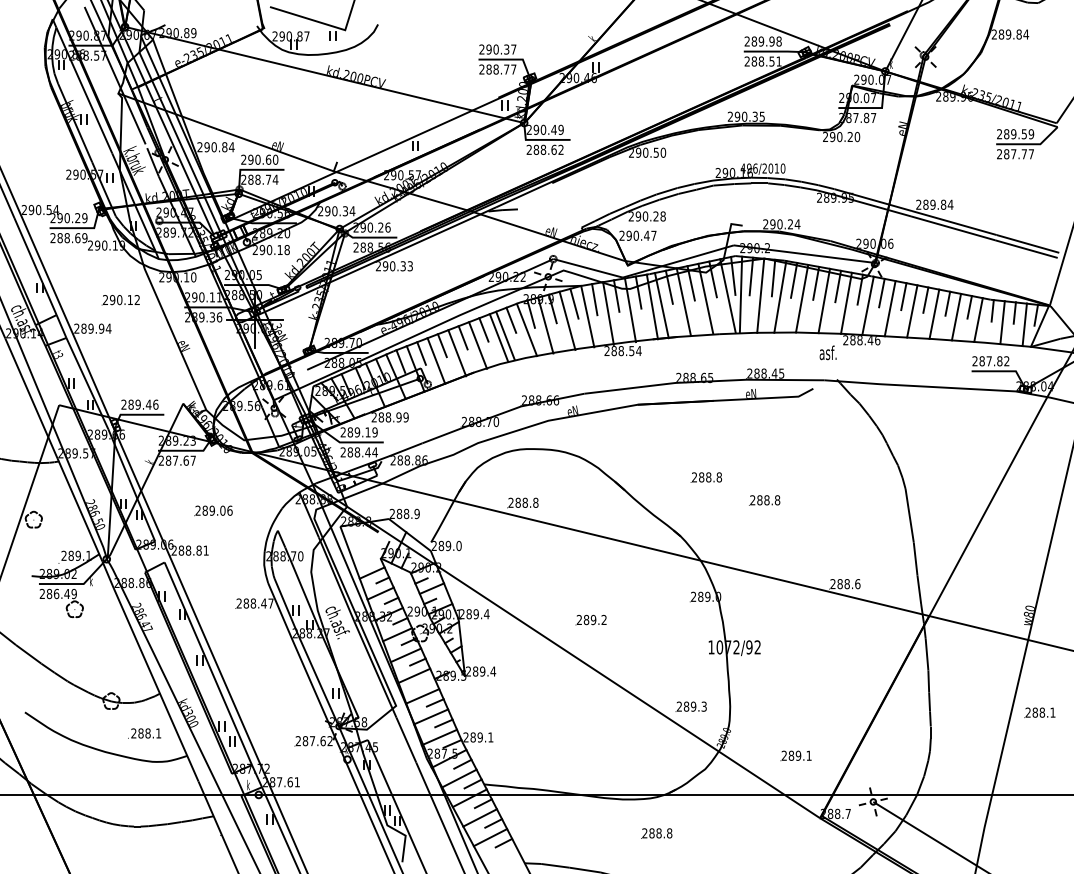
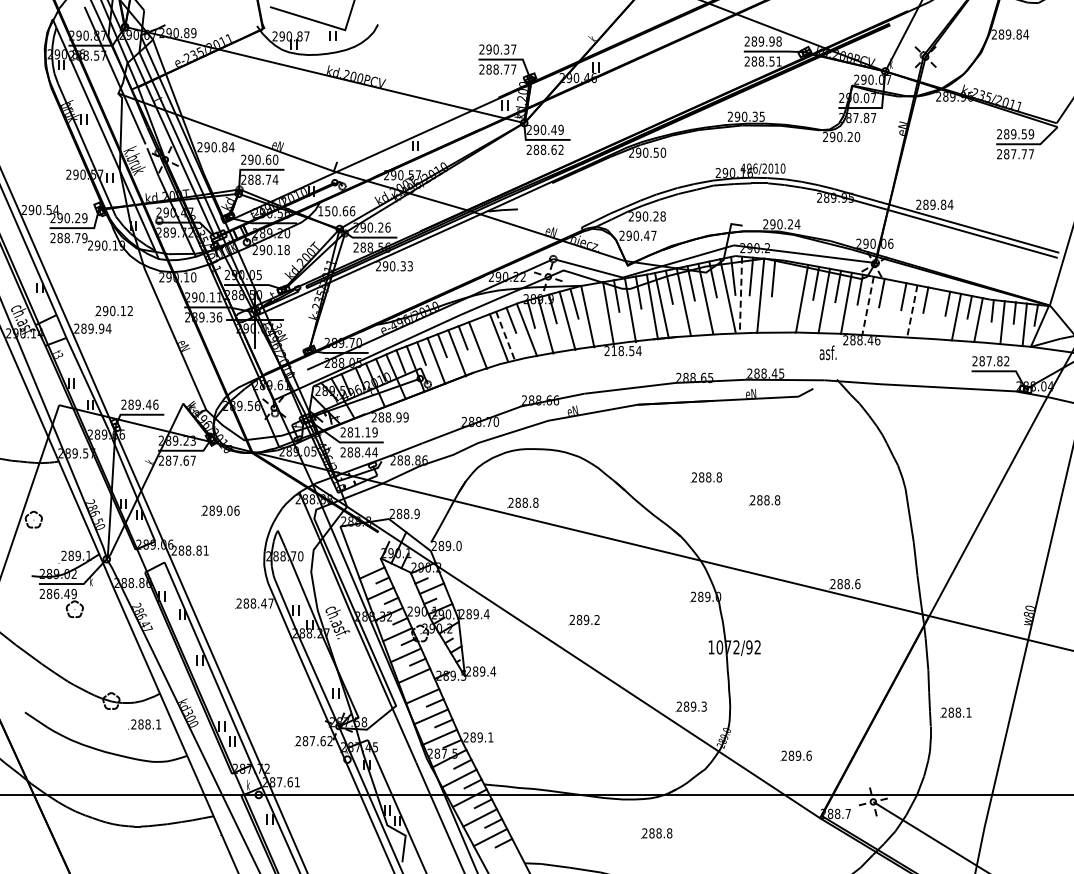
text at (336, 211): 290.34 -> 150.66
text at (77, 238): 288.69 -> 288.79
line at (794, 279): present -> none
line at (740, 295): solid -> dashed
line at (780, 296): present -> none
line at (594, 299): present -> none
text at (120, 300) position: (120, 300) -> (113, 311)
line at (868, 305): solid -> dashed
line at (889, 308): present -> none
line at (912, 311): solid -> dashed
line at (934, 313): present -> none
line at (483, 329): present -> none
line at (505, 335): solid -> dashed
text at (613, 351): 288.54 -> 218.54
text at (357, 432): 289.19 -> 281.19
text at (213, 510) position: (213, 510) -> (220, 510)
text at (590, 619) position: (590, 619) -> (583, 619)
text at (1039, 712) position: (1039, 712) -> (955, 712)
text at (144, 733) position: (144, 733) -> (144, 724)
text at (808, 755): 289.1 -> 289.6
